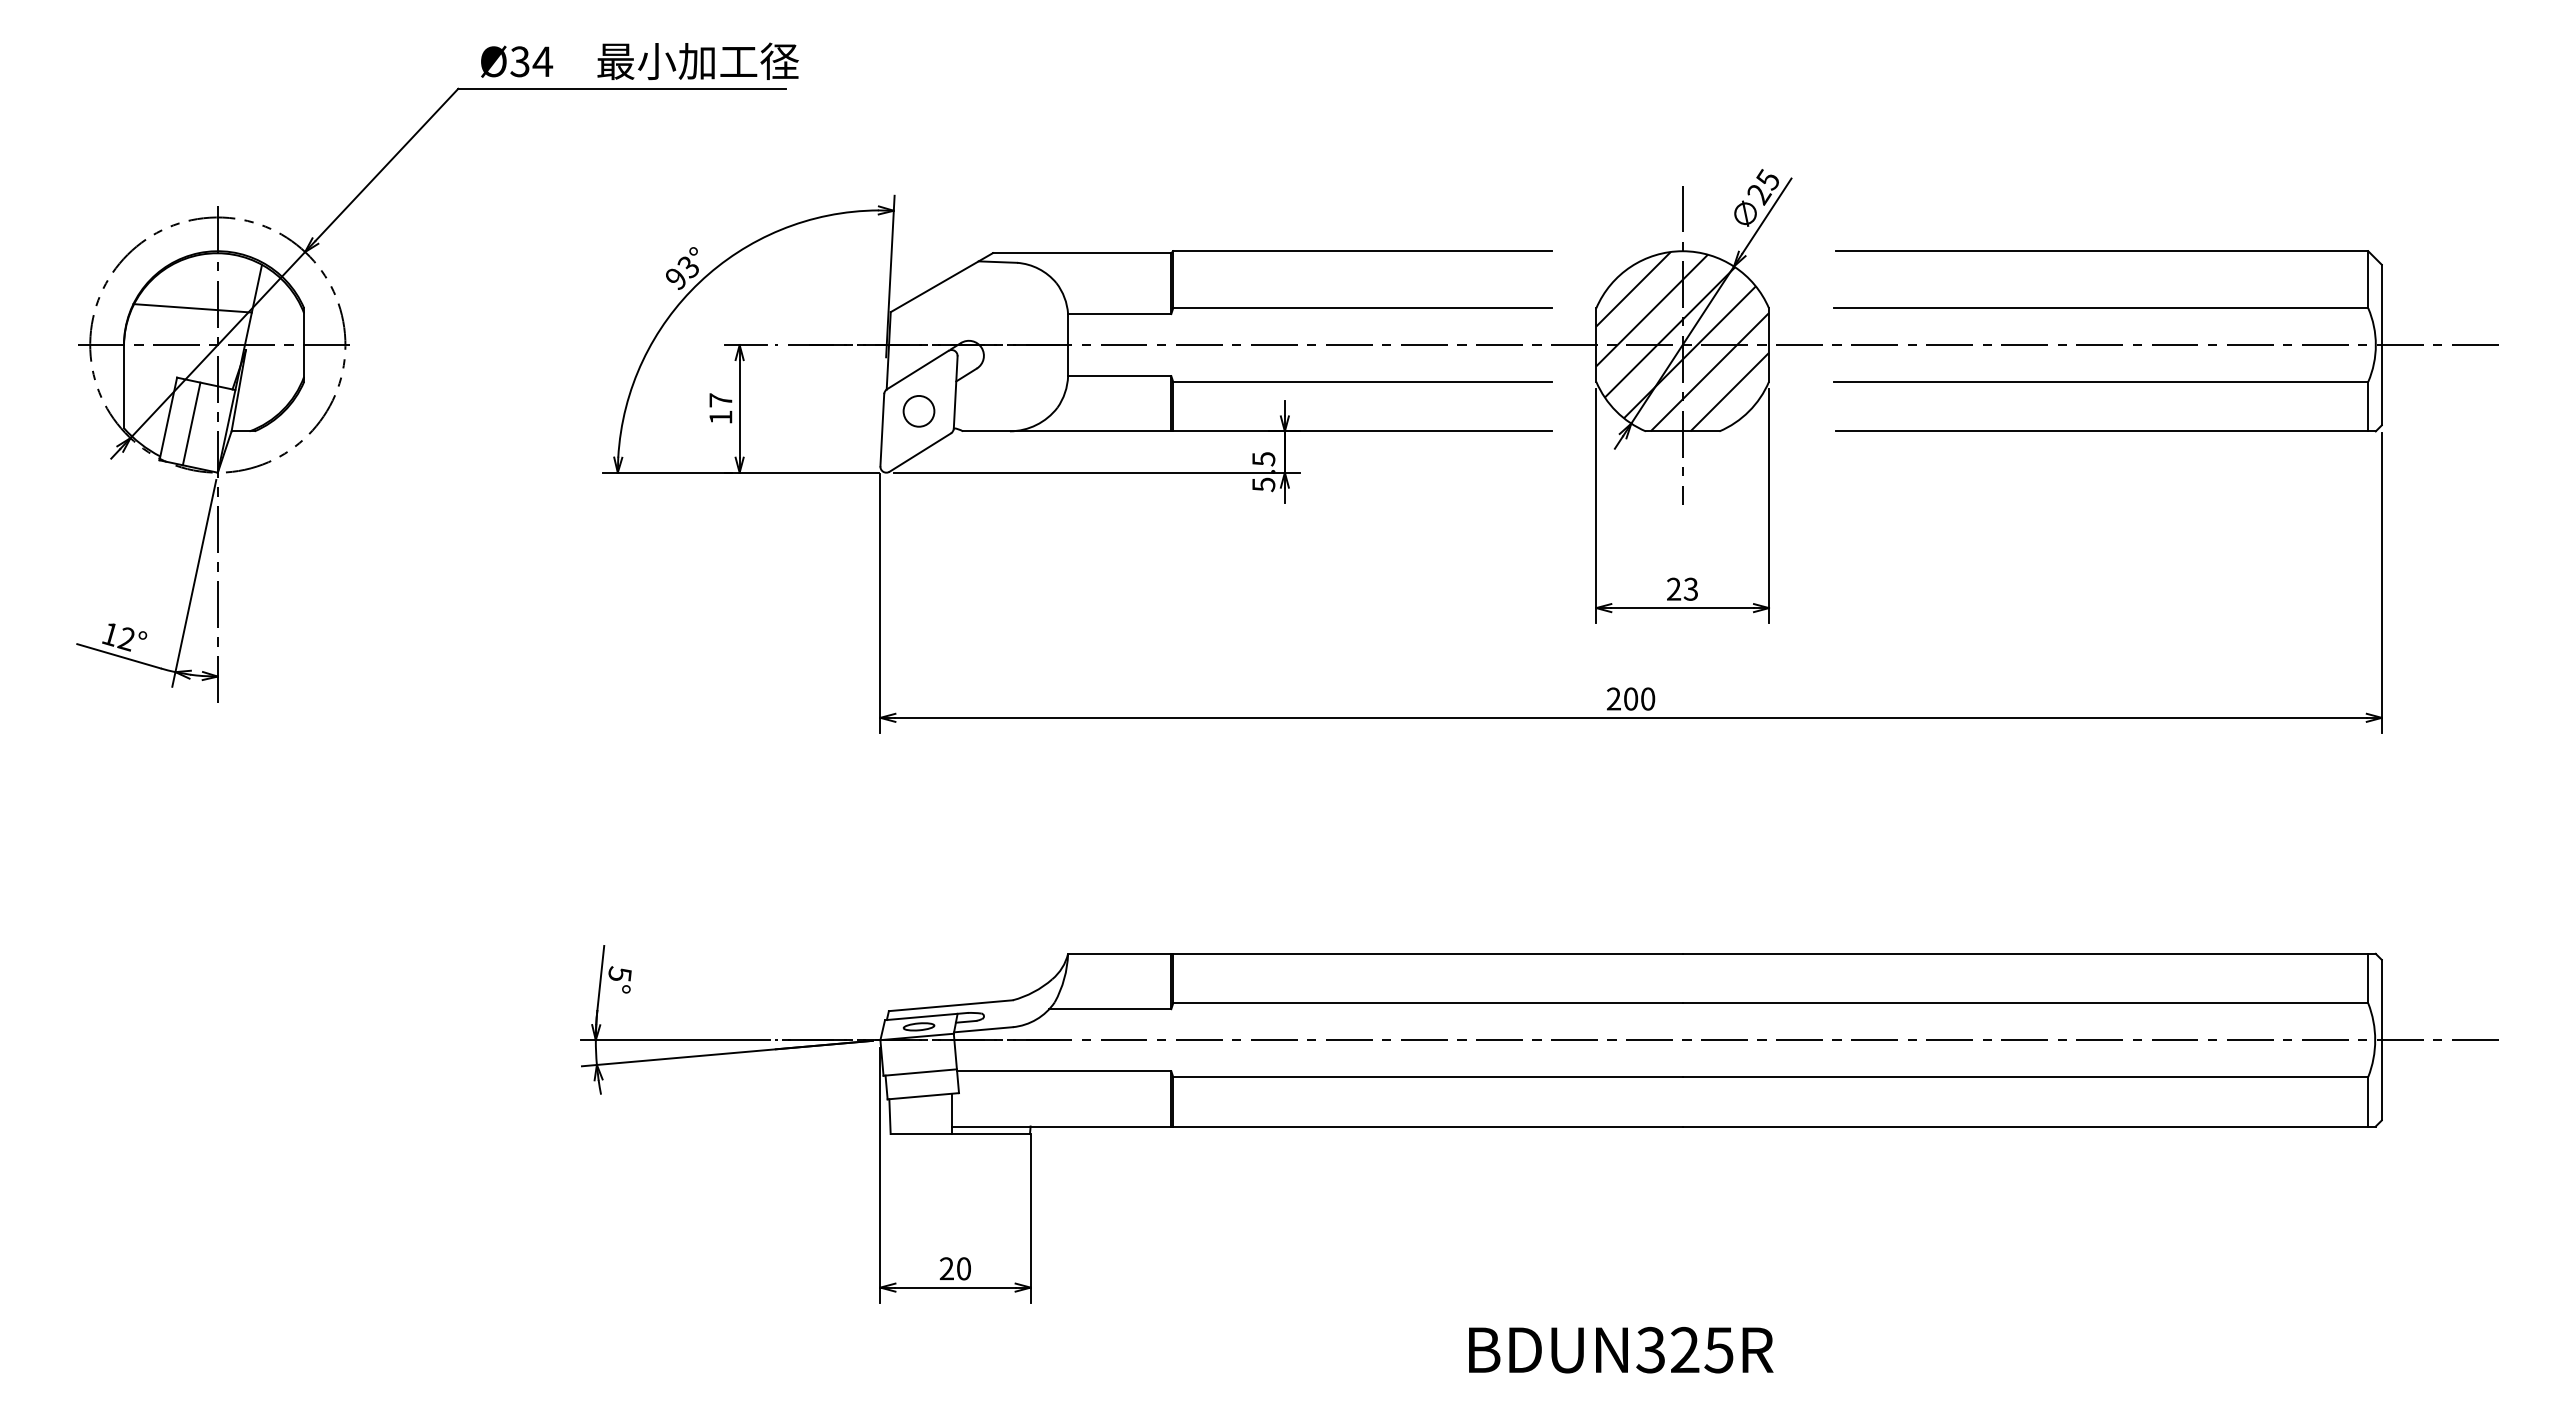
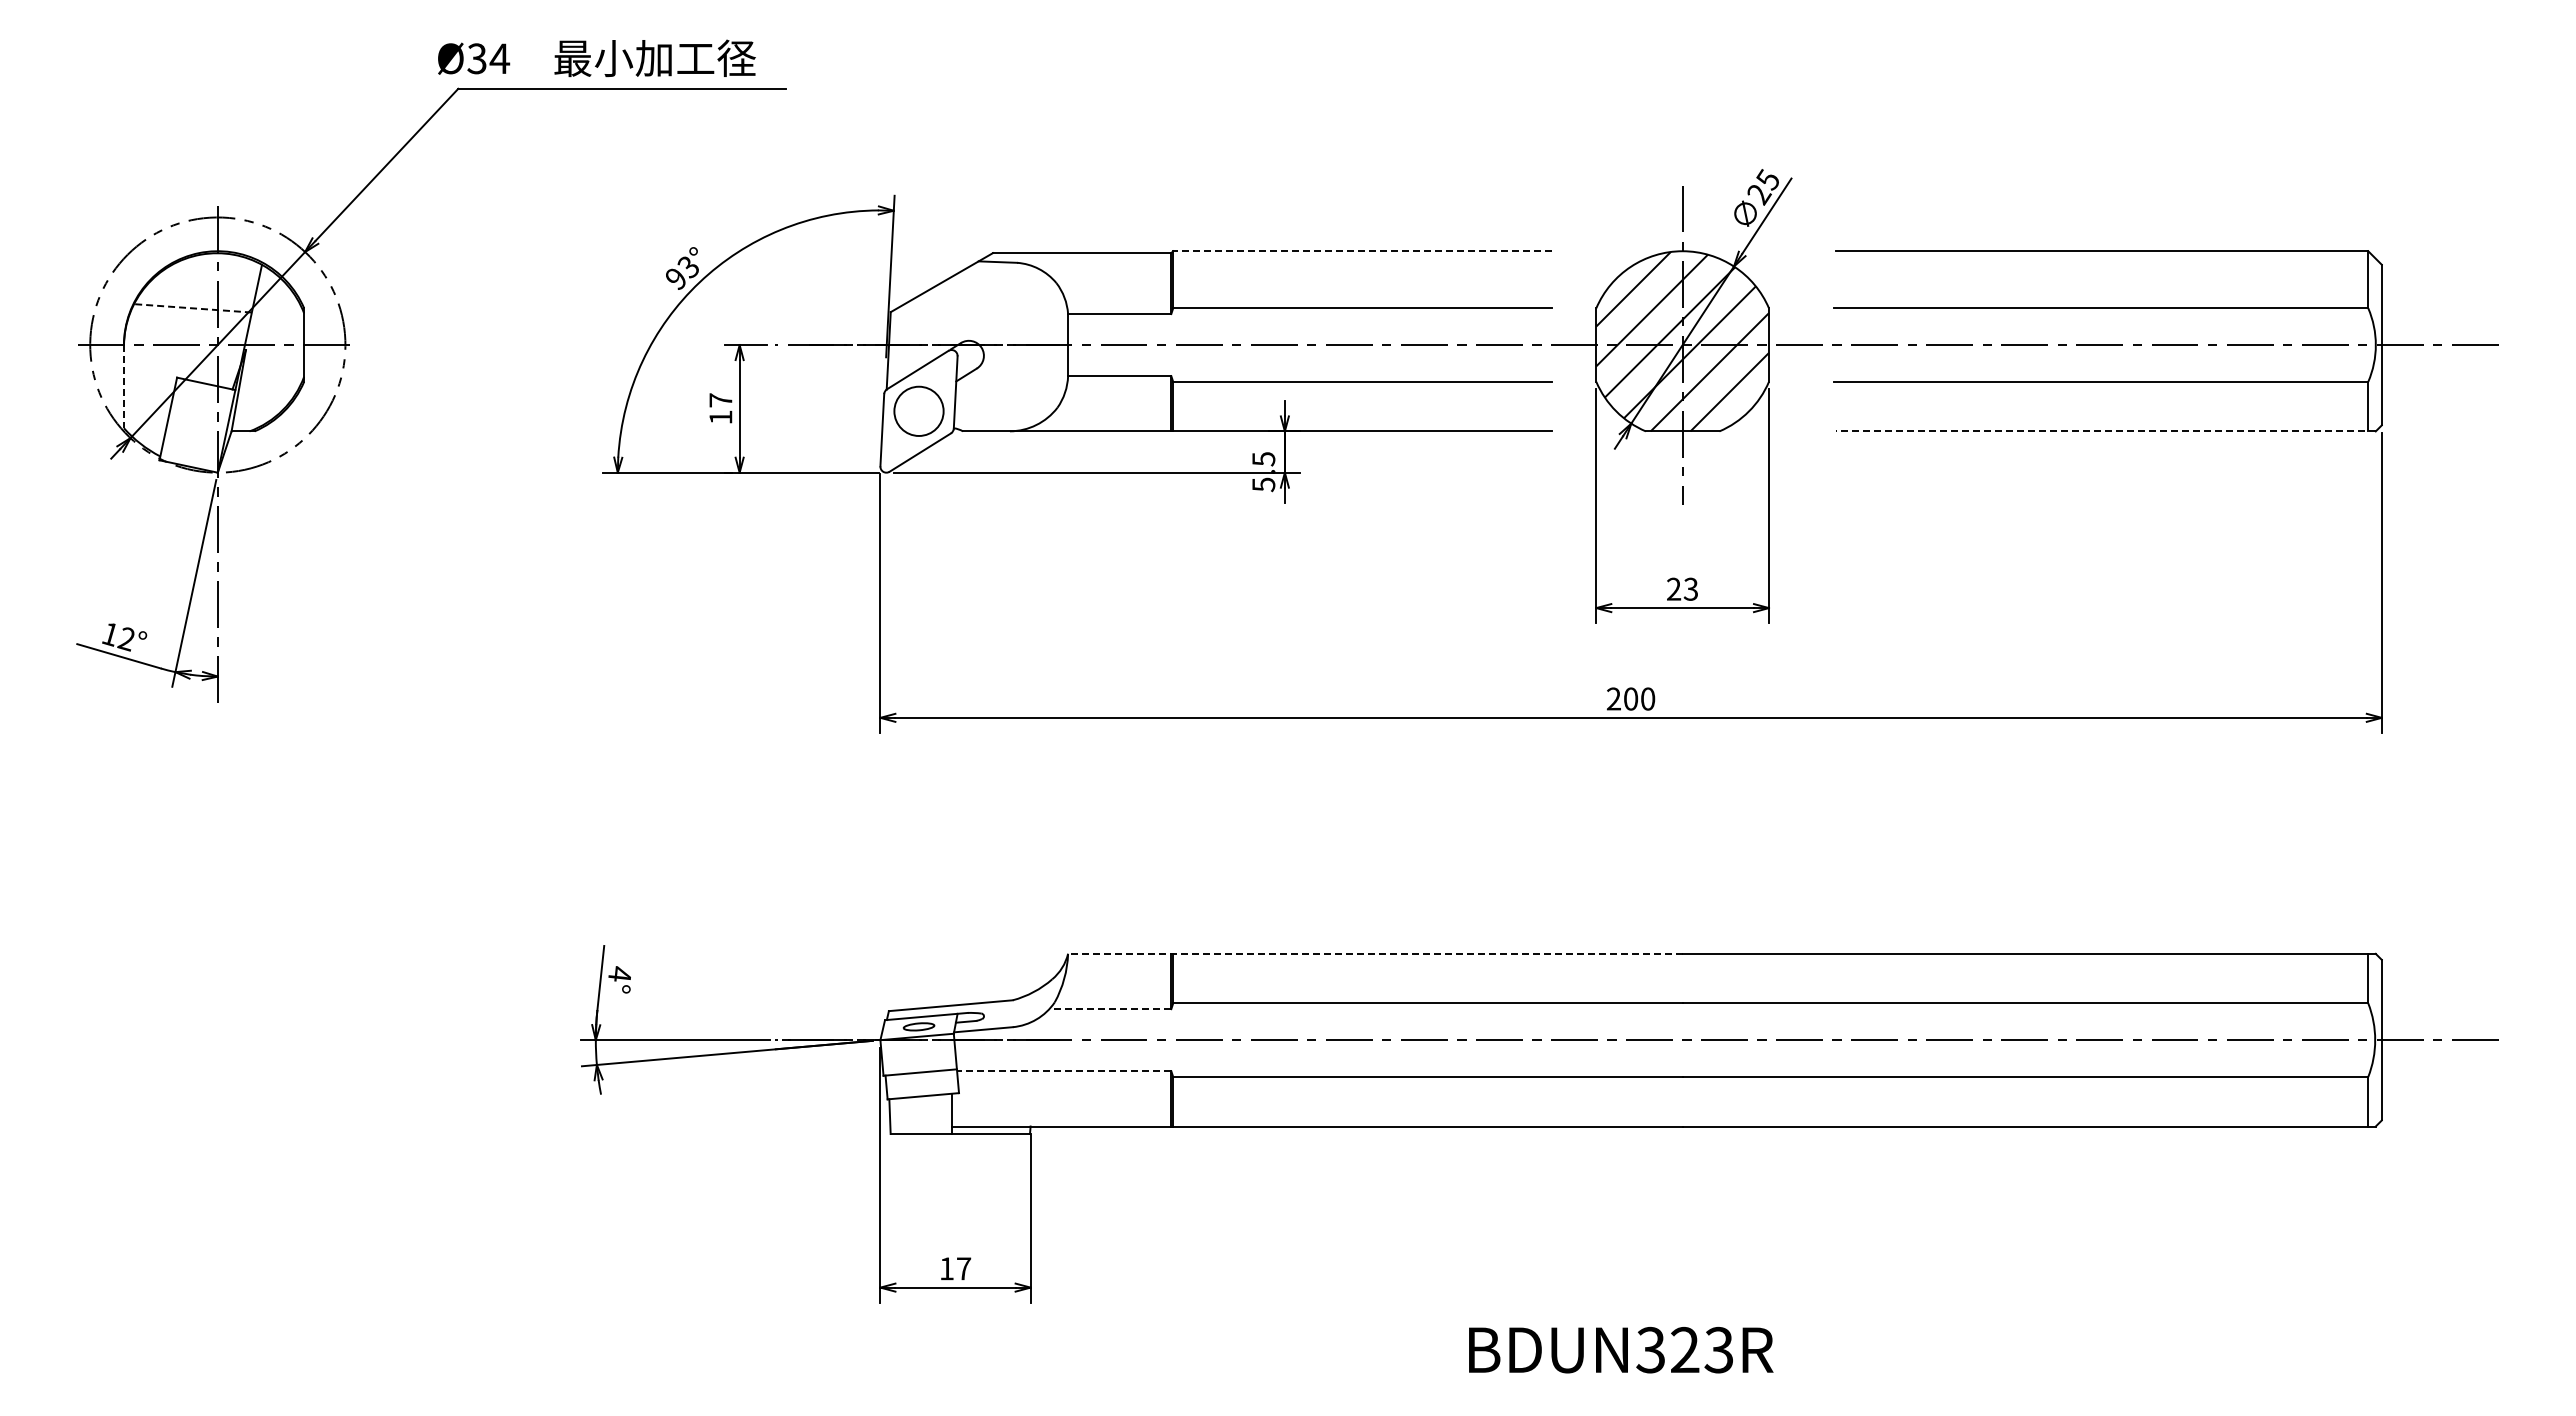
text at (639, 61) position: (639, 61) -> (596, 58)
line at (1361, 251): solid -> dashed
line at (192, 308): solid -> dashed
line at (124, 386): solid -> dashed
circle at (918, 410) diameter: 31 px -> 49 px
line at (191, 423): present -> none
line at (2105, 431): solid -> dashed
line at (1374, 953): solid -> dashed
text at (619, 973): 5° -> 4°
line at (1110, 1009): solid -> dashed
line at (1063, 1071): solid -> dashed
text at (955, 1268): 20 -> 17
text at (1718, 1349): BDUN325R -> BDUN323R
